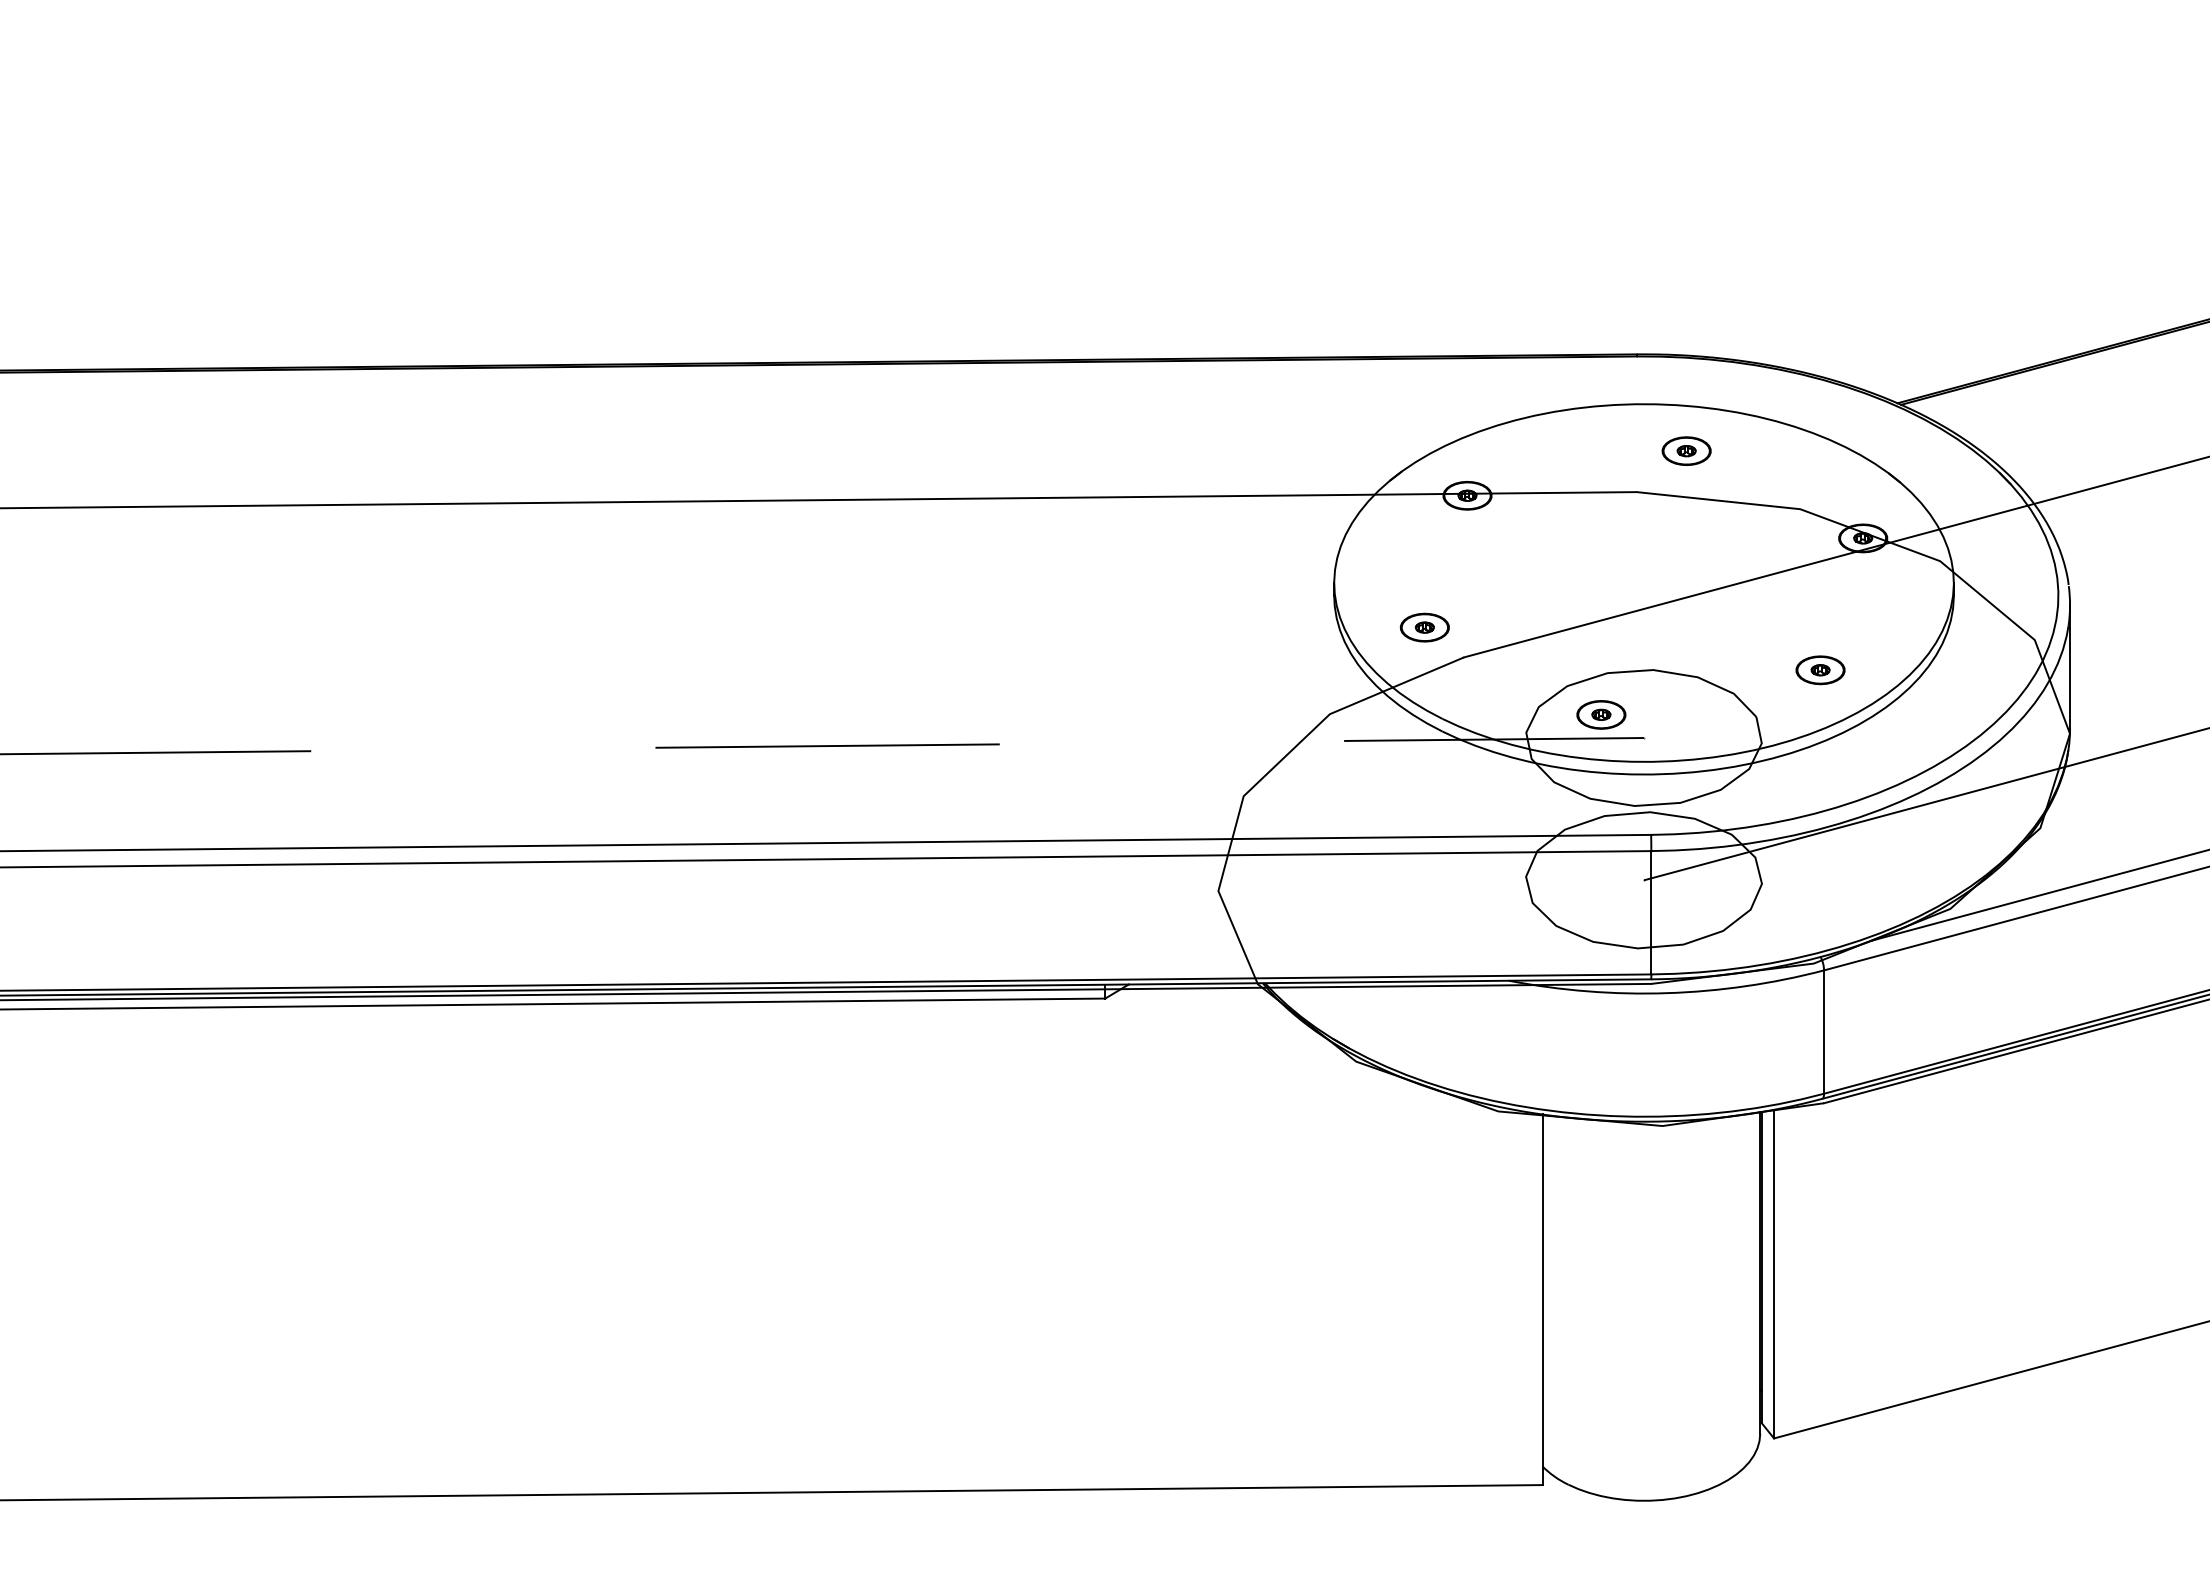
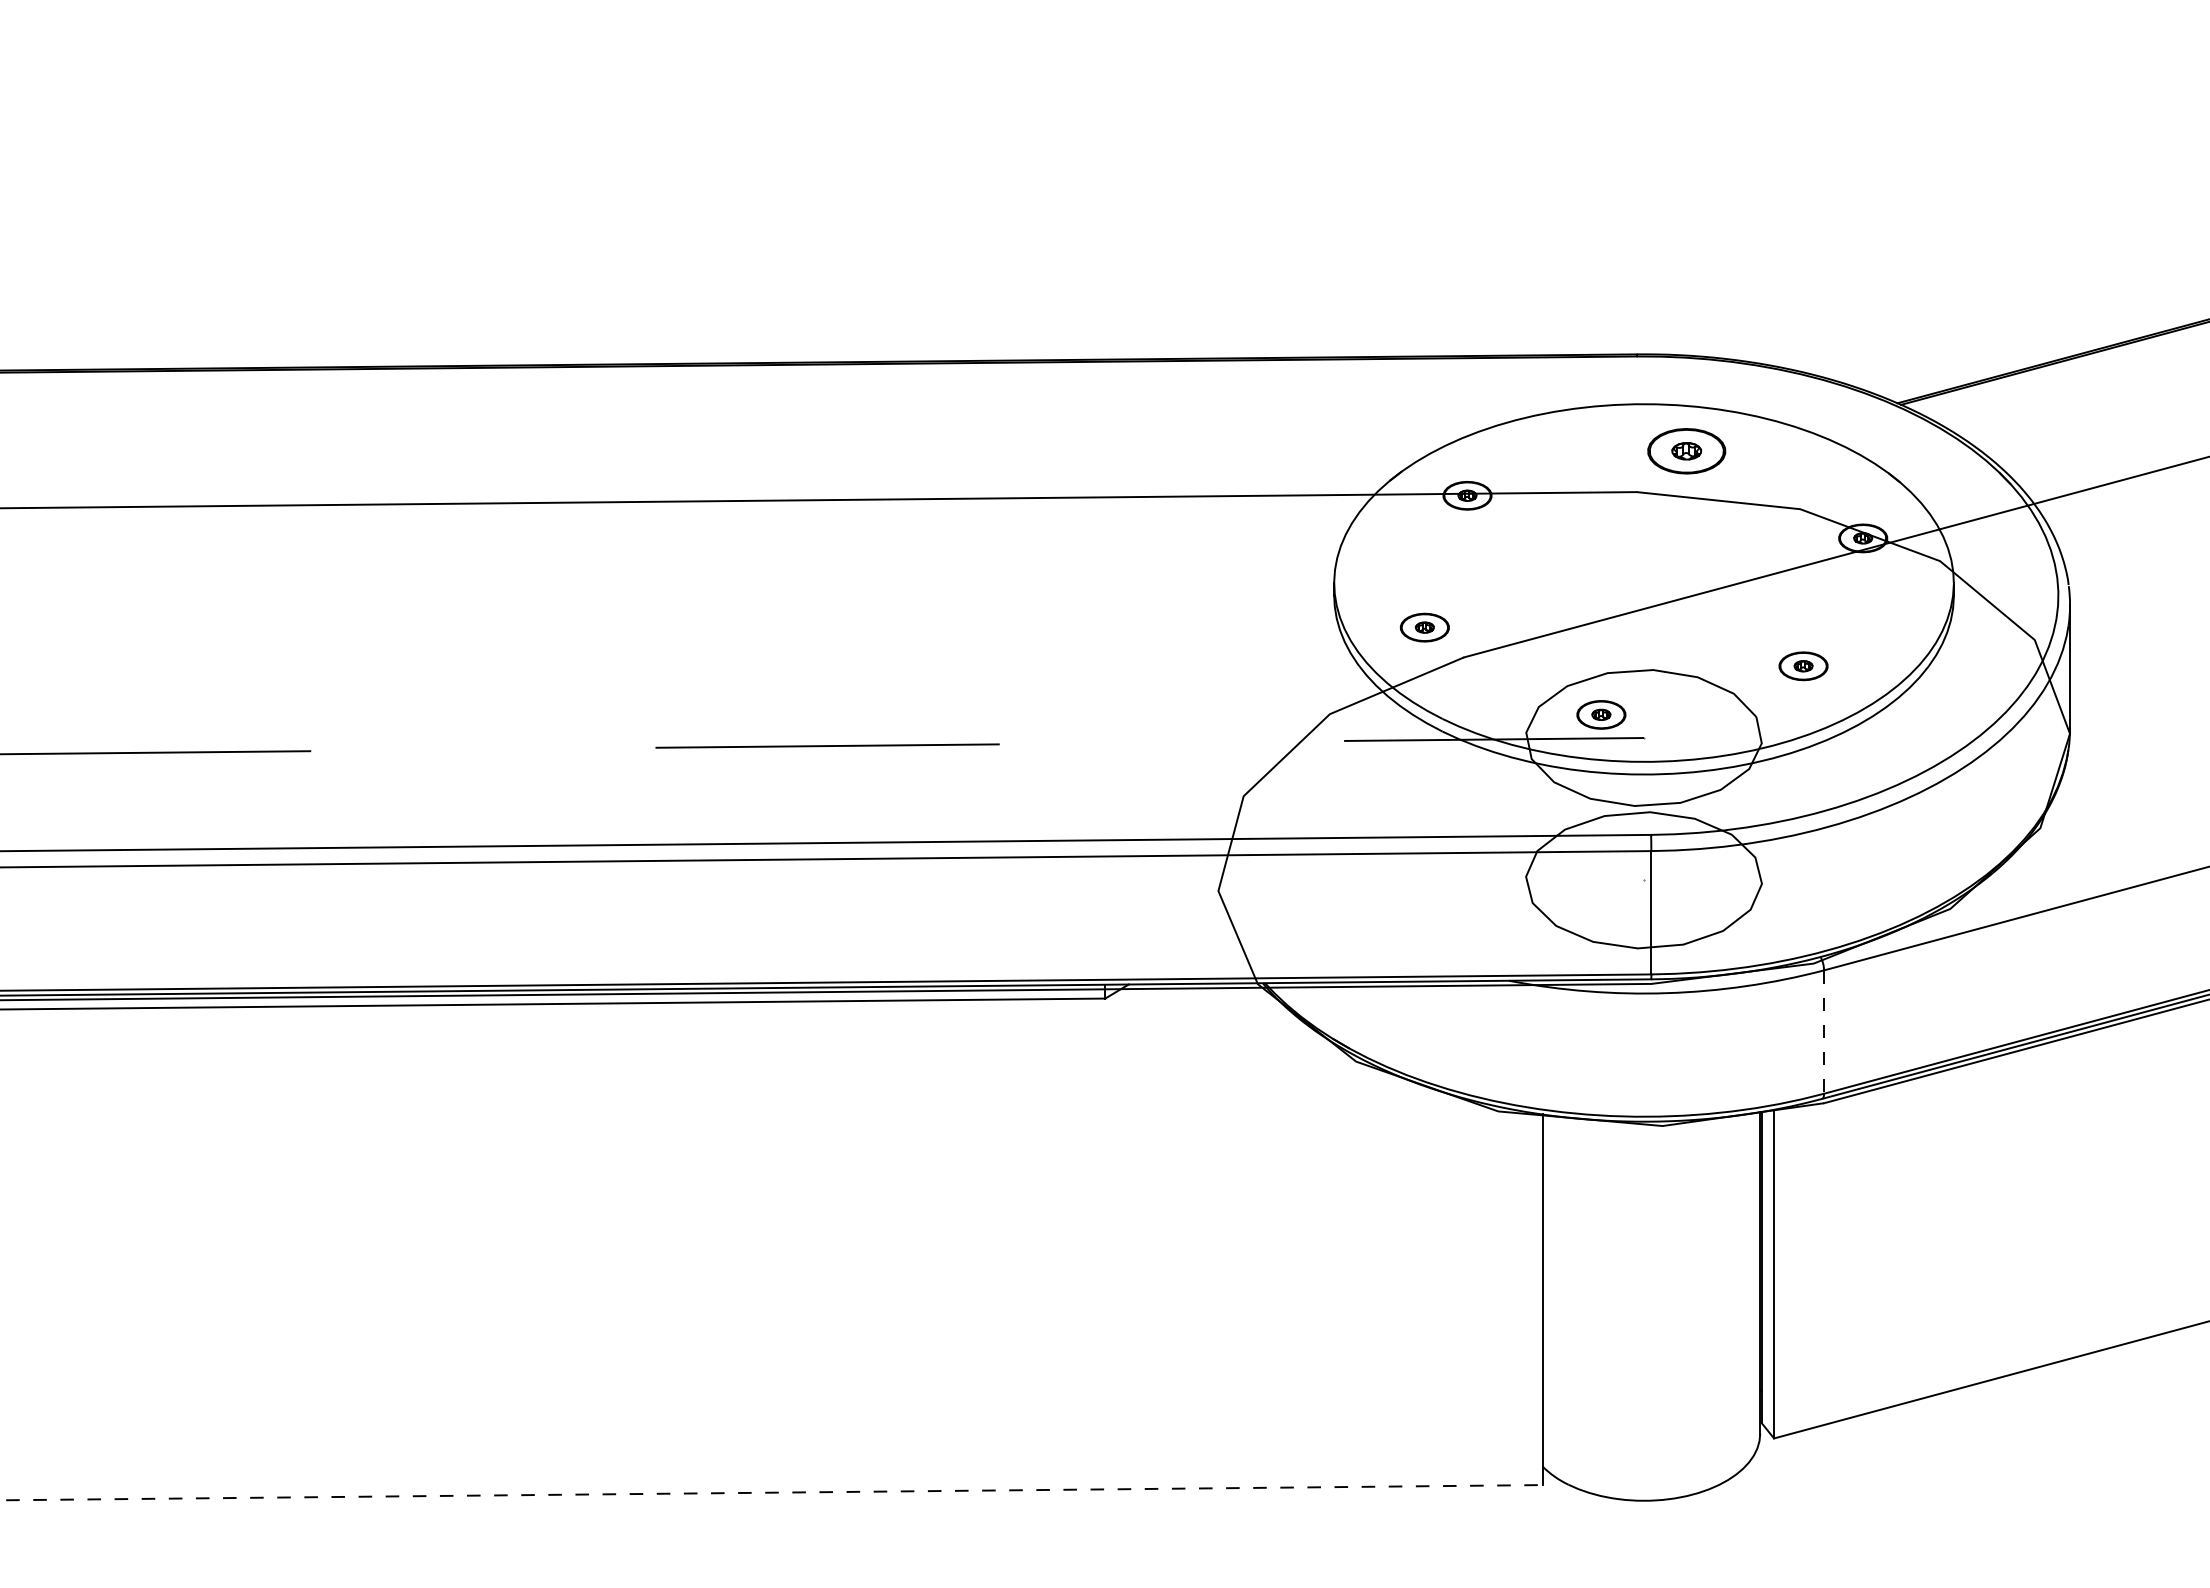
part at (1686, 450) size: 51x30 px -> 80x47 px
part at (1820, 670) position: (1820, 670) -> (1803, 666)
line at (1925, 804): present -> none
line at (2039, 895): present -> none
line at (1824, 1032): solid -> dashed
line at (771, 1492): solid -> dashed
